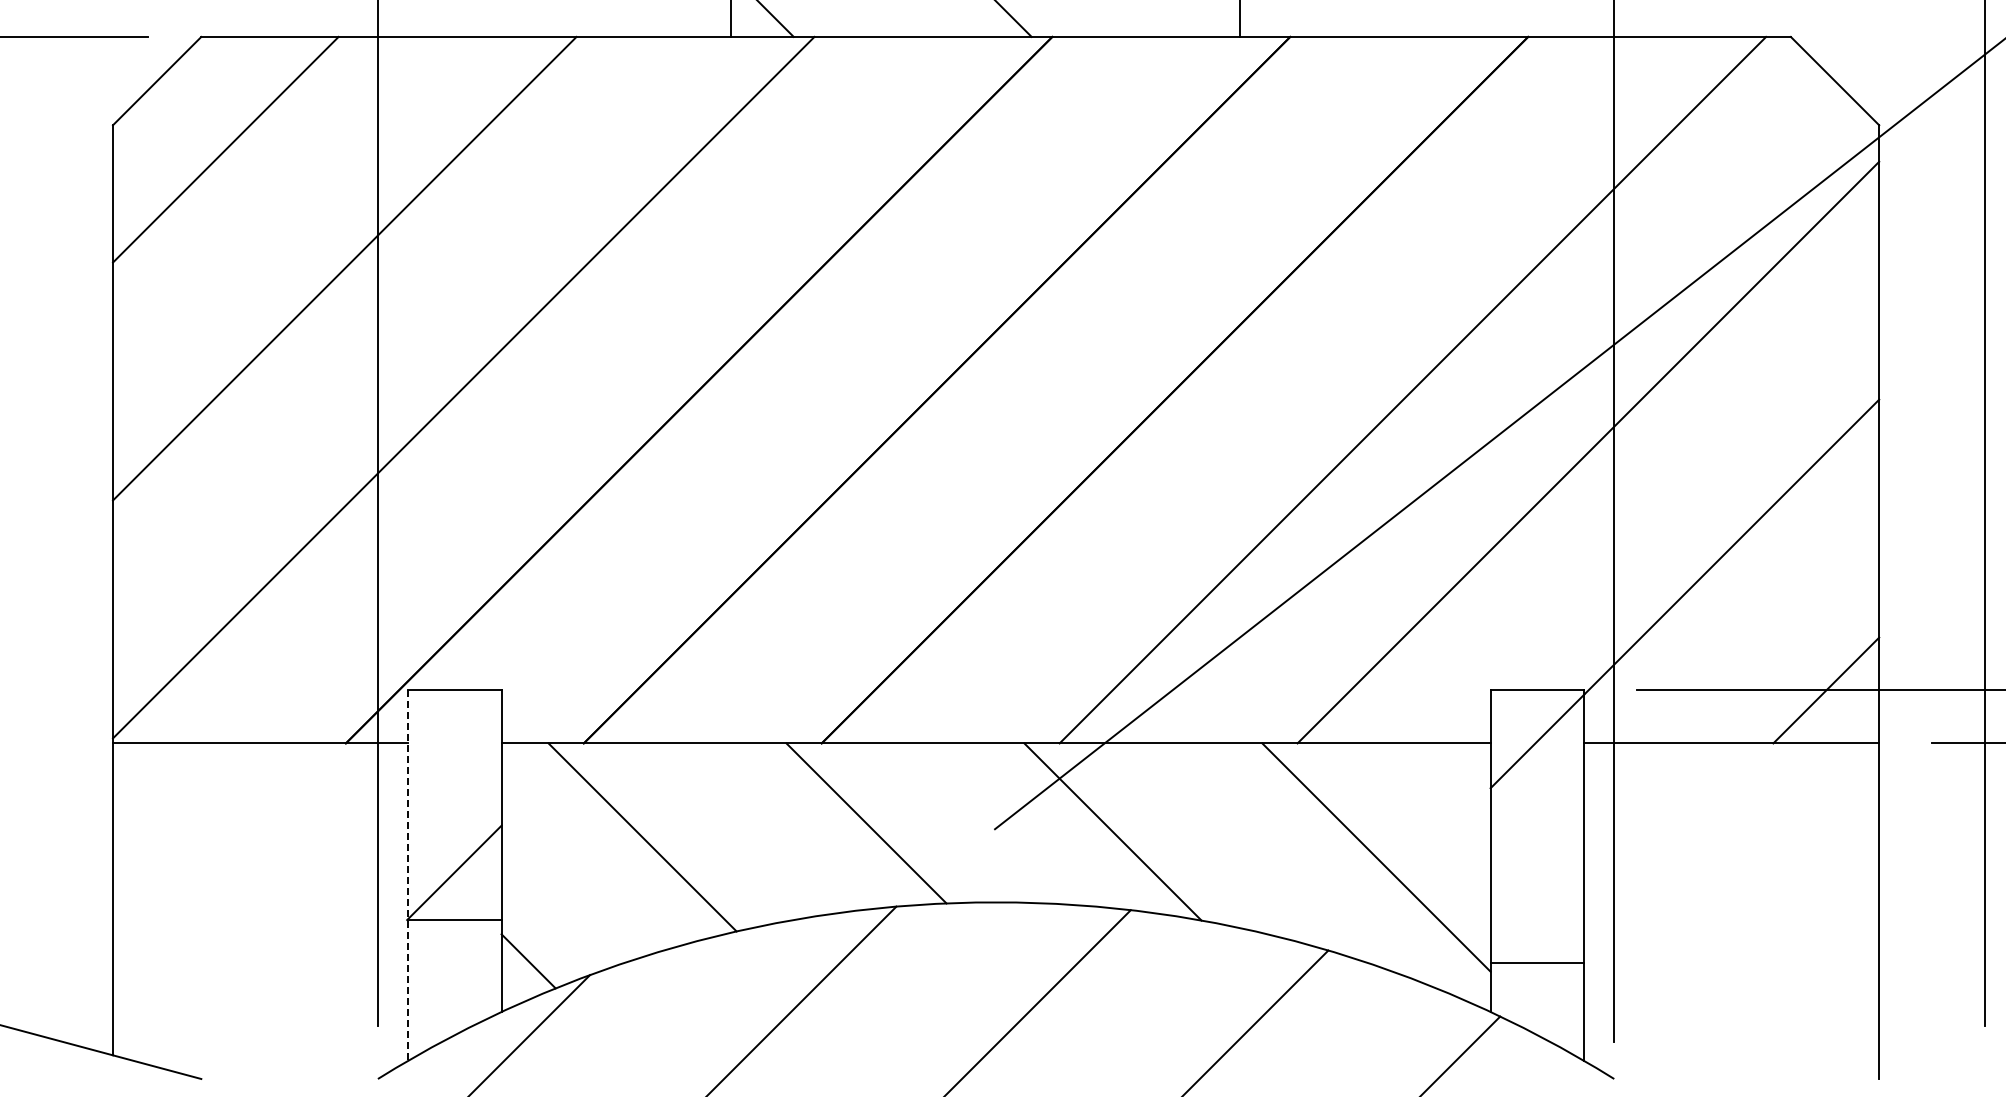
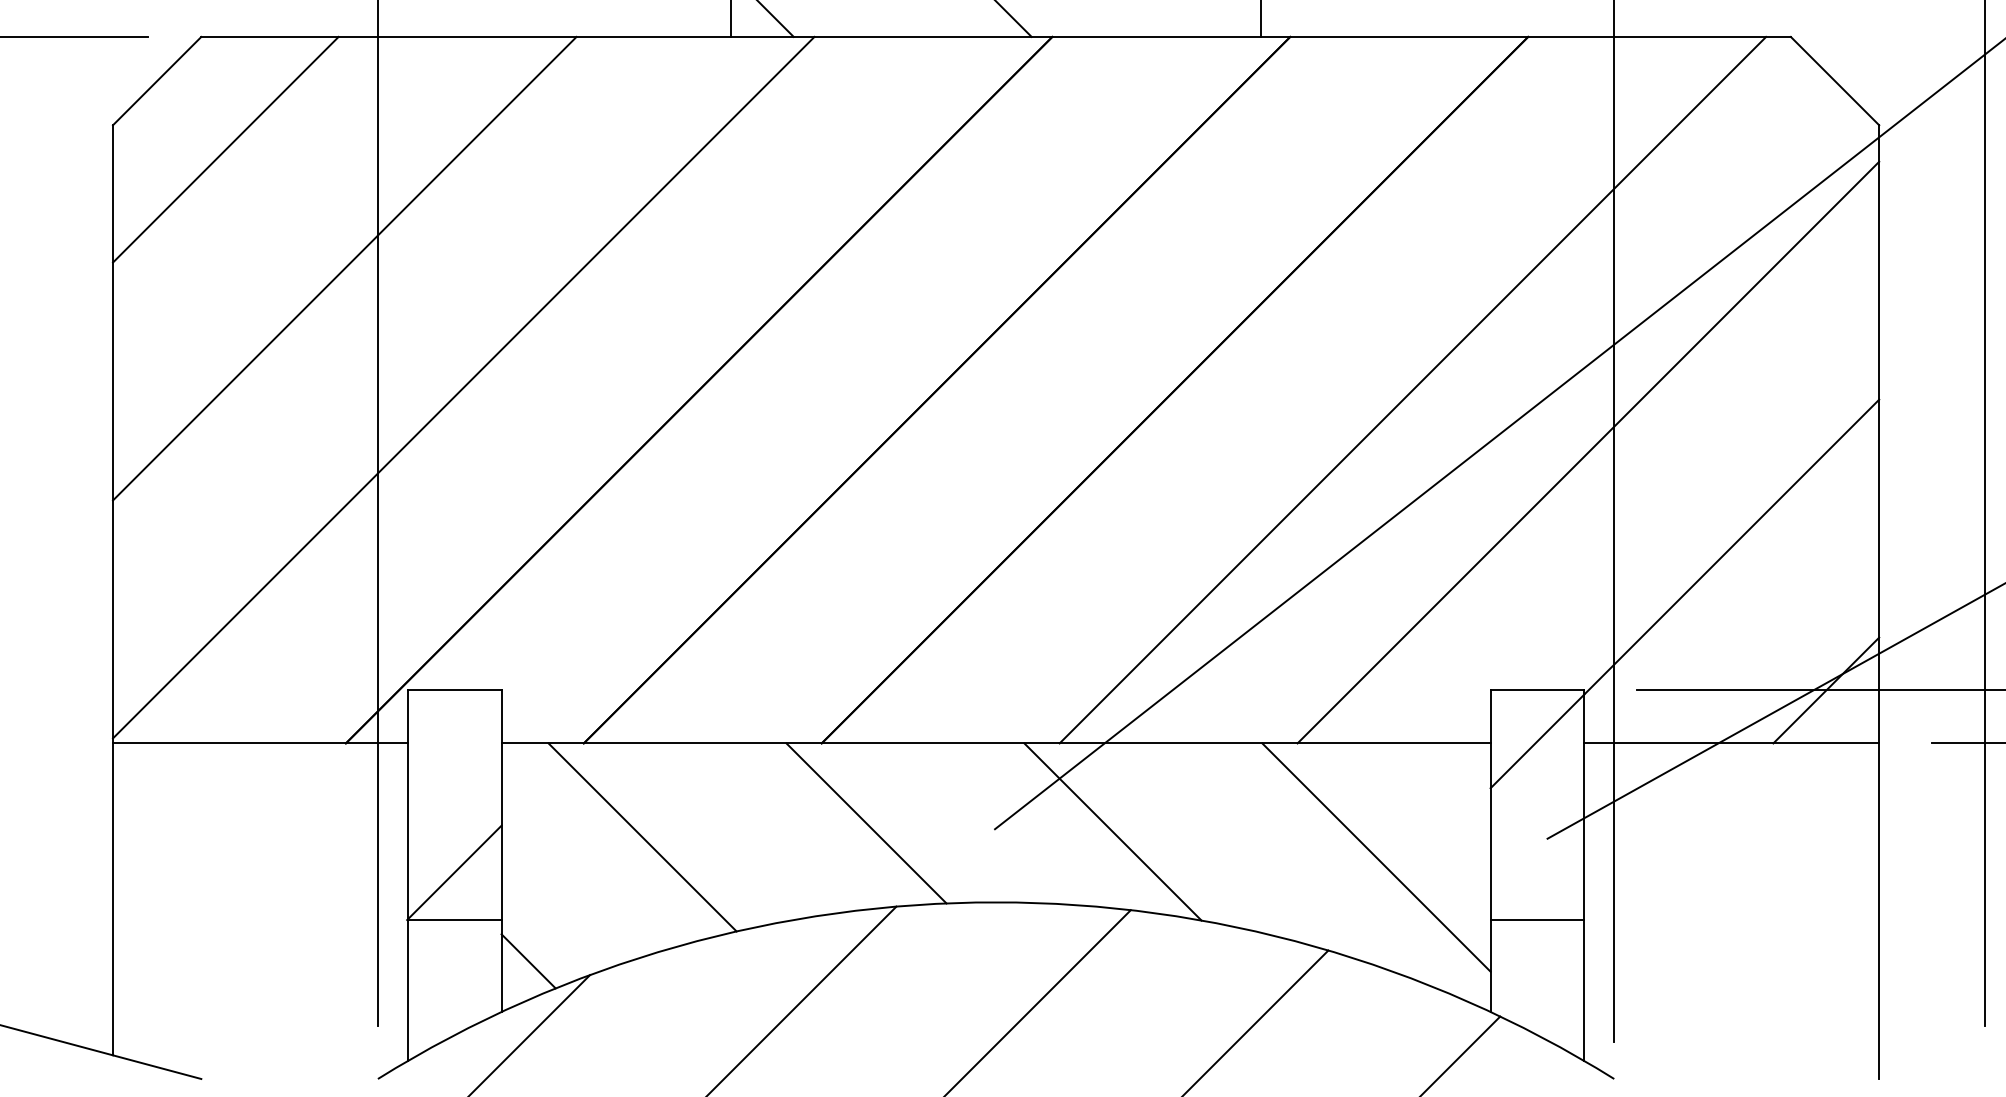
line at (1240, 19) position: (1240, 19) -> (1261, 19)
line at (1774, 711): none -> present
line at (407, 876): dashed -> solid
line at (1537, 963) position: (1537, 963) -> (1537, 920)
